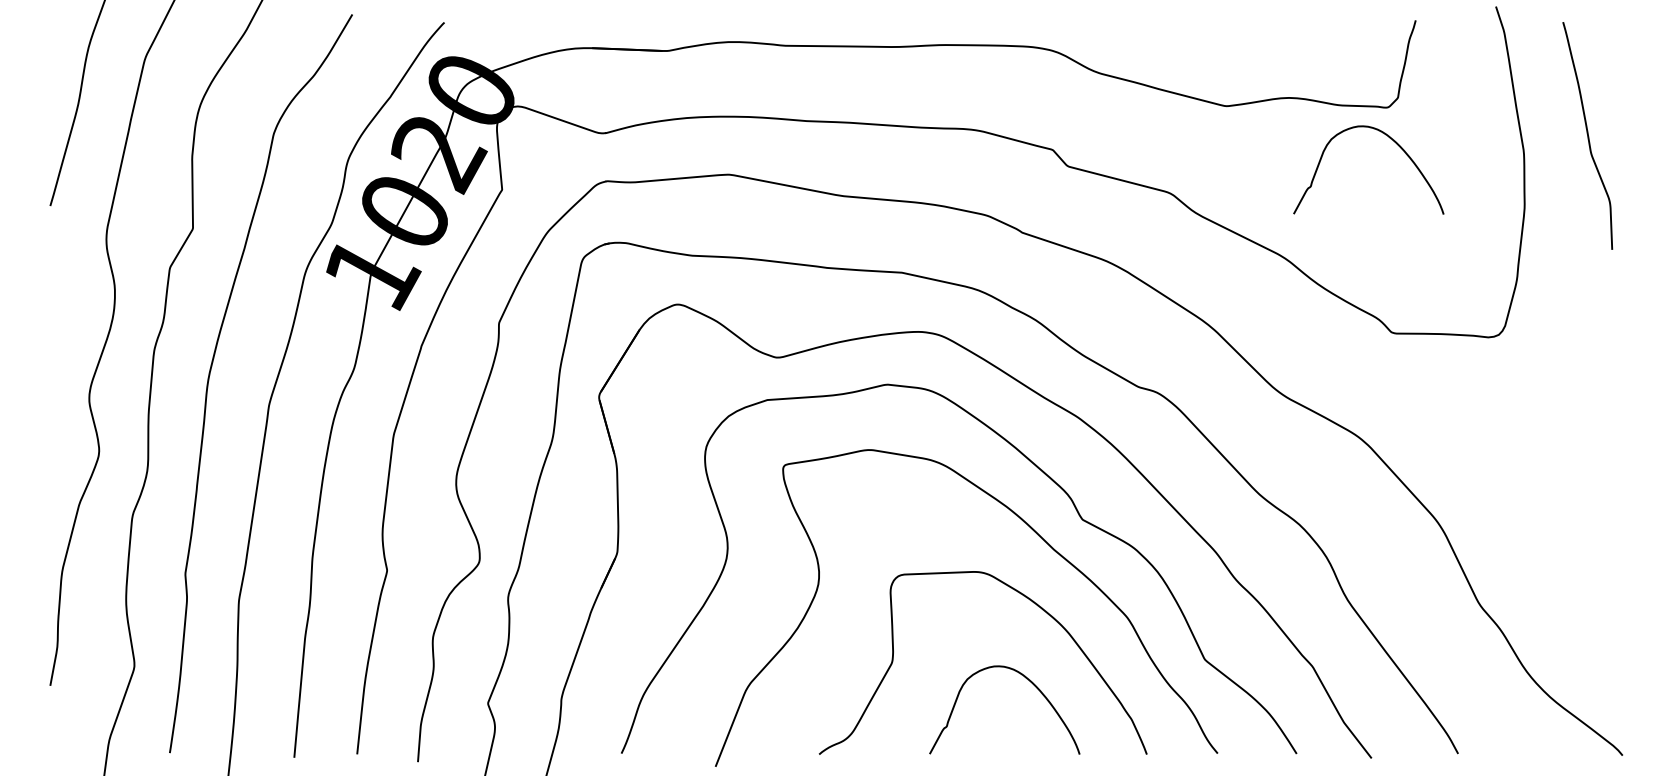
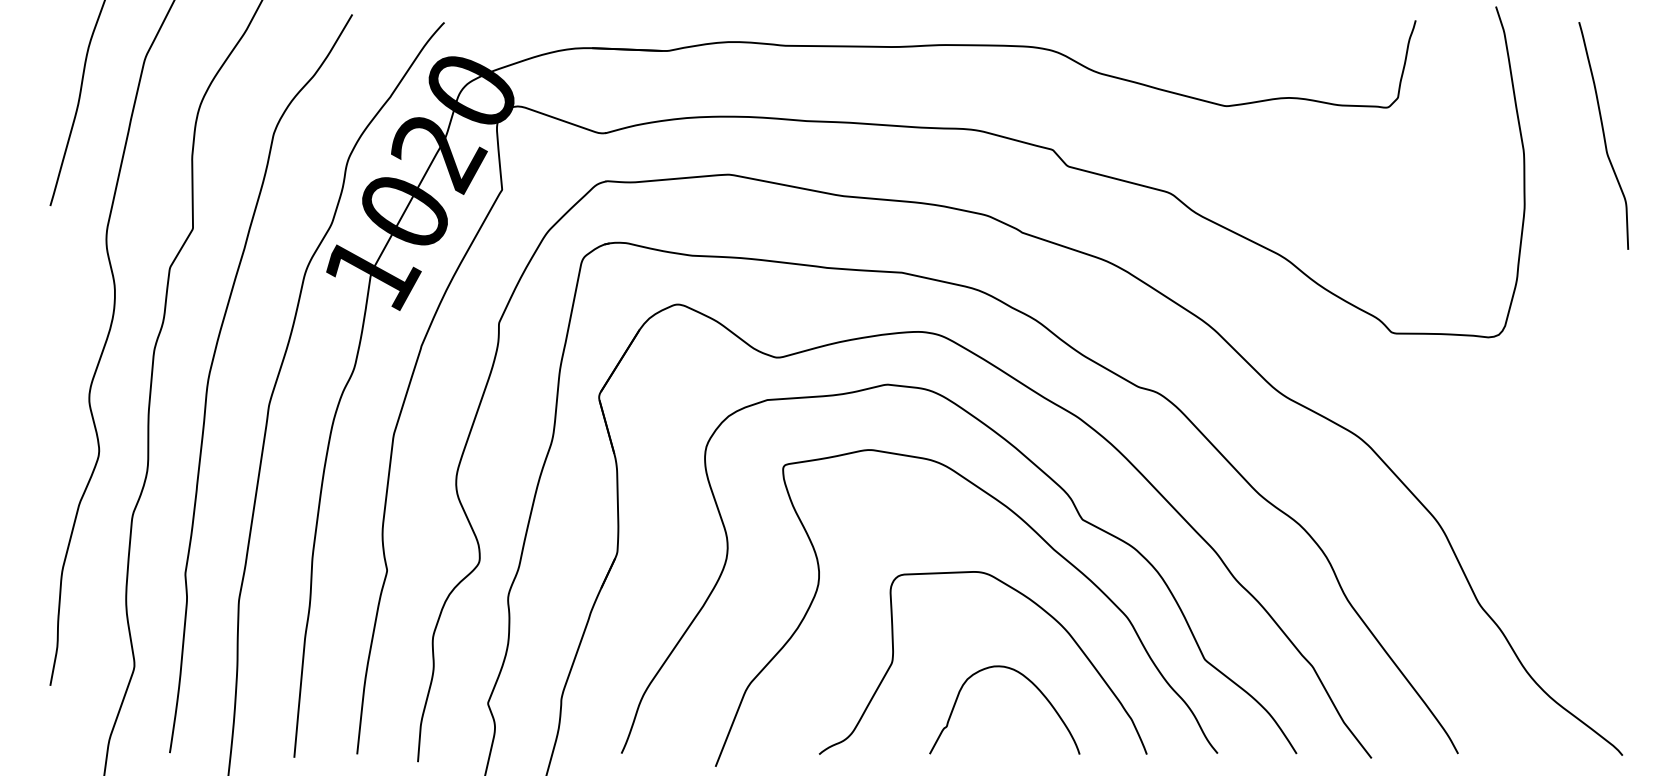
curve at (1587, 135) position: (1587, 135) -> (1603, 135)
curve at (1390, 139): present -> none
